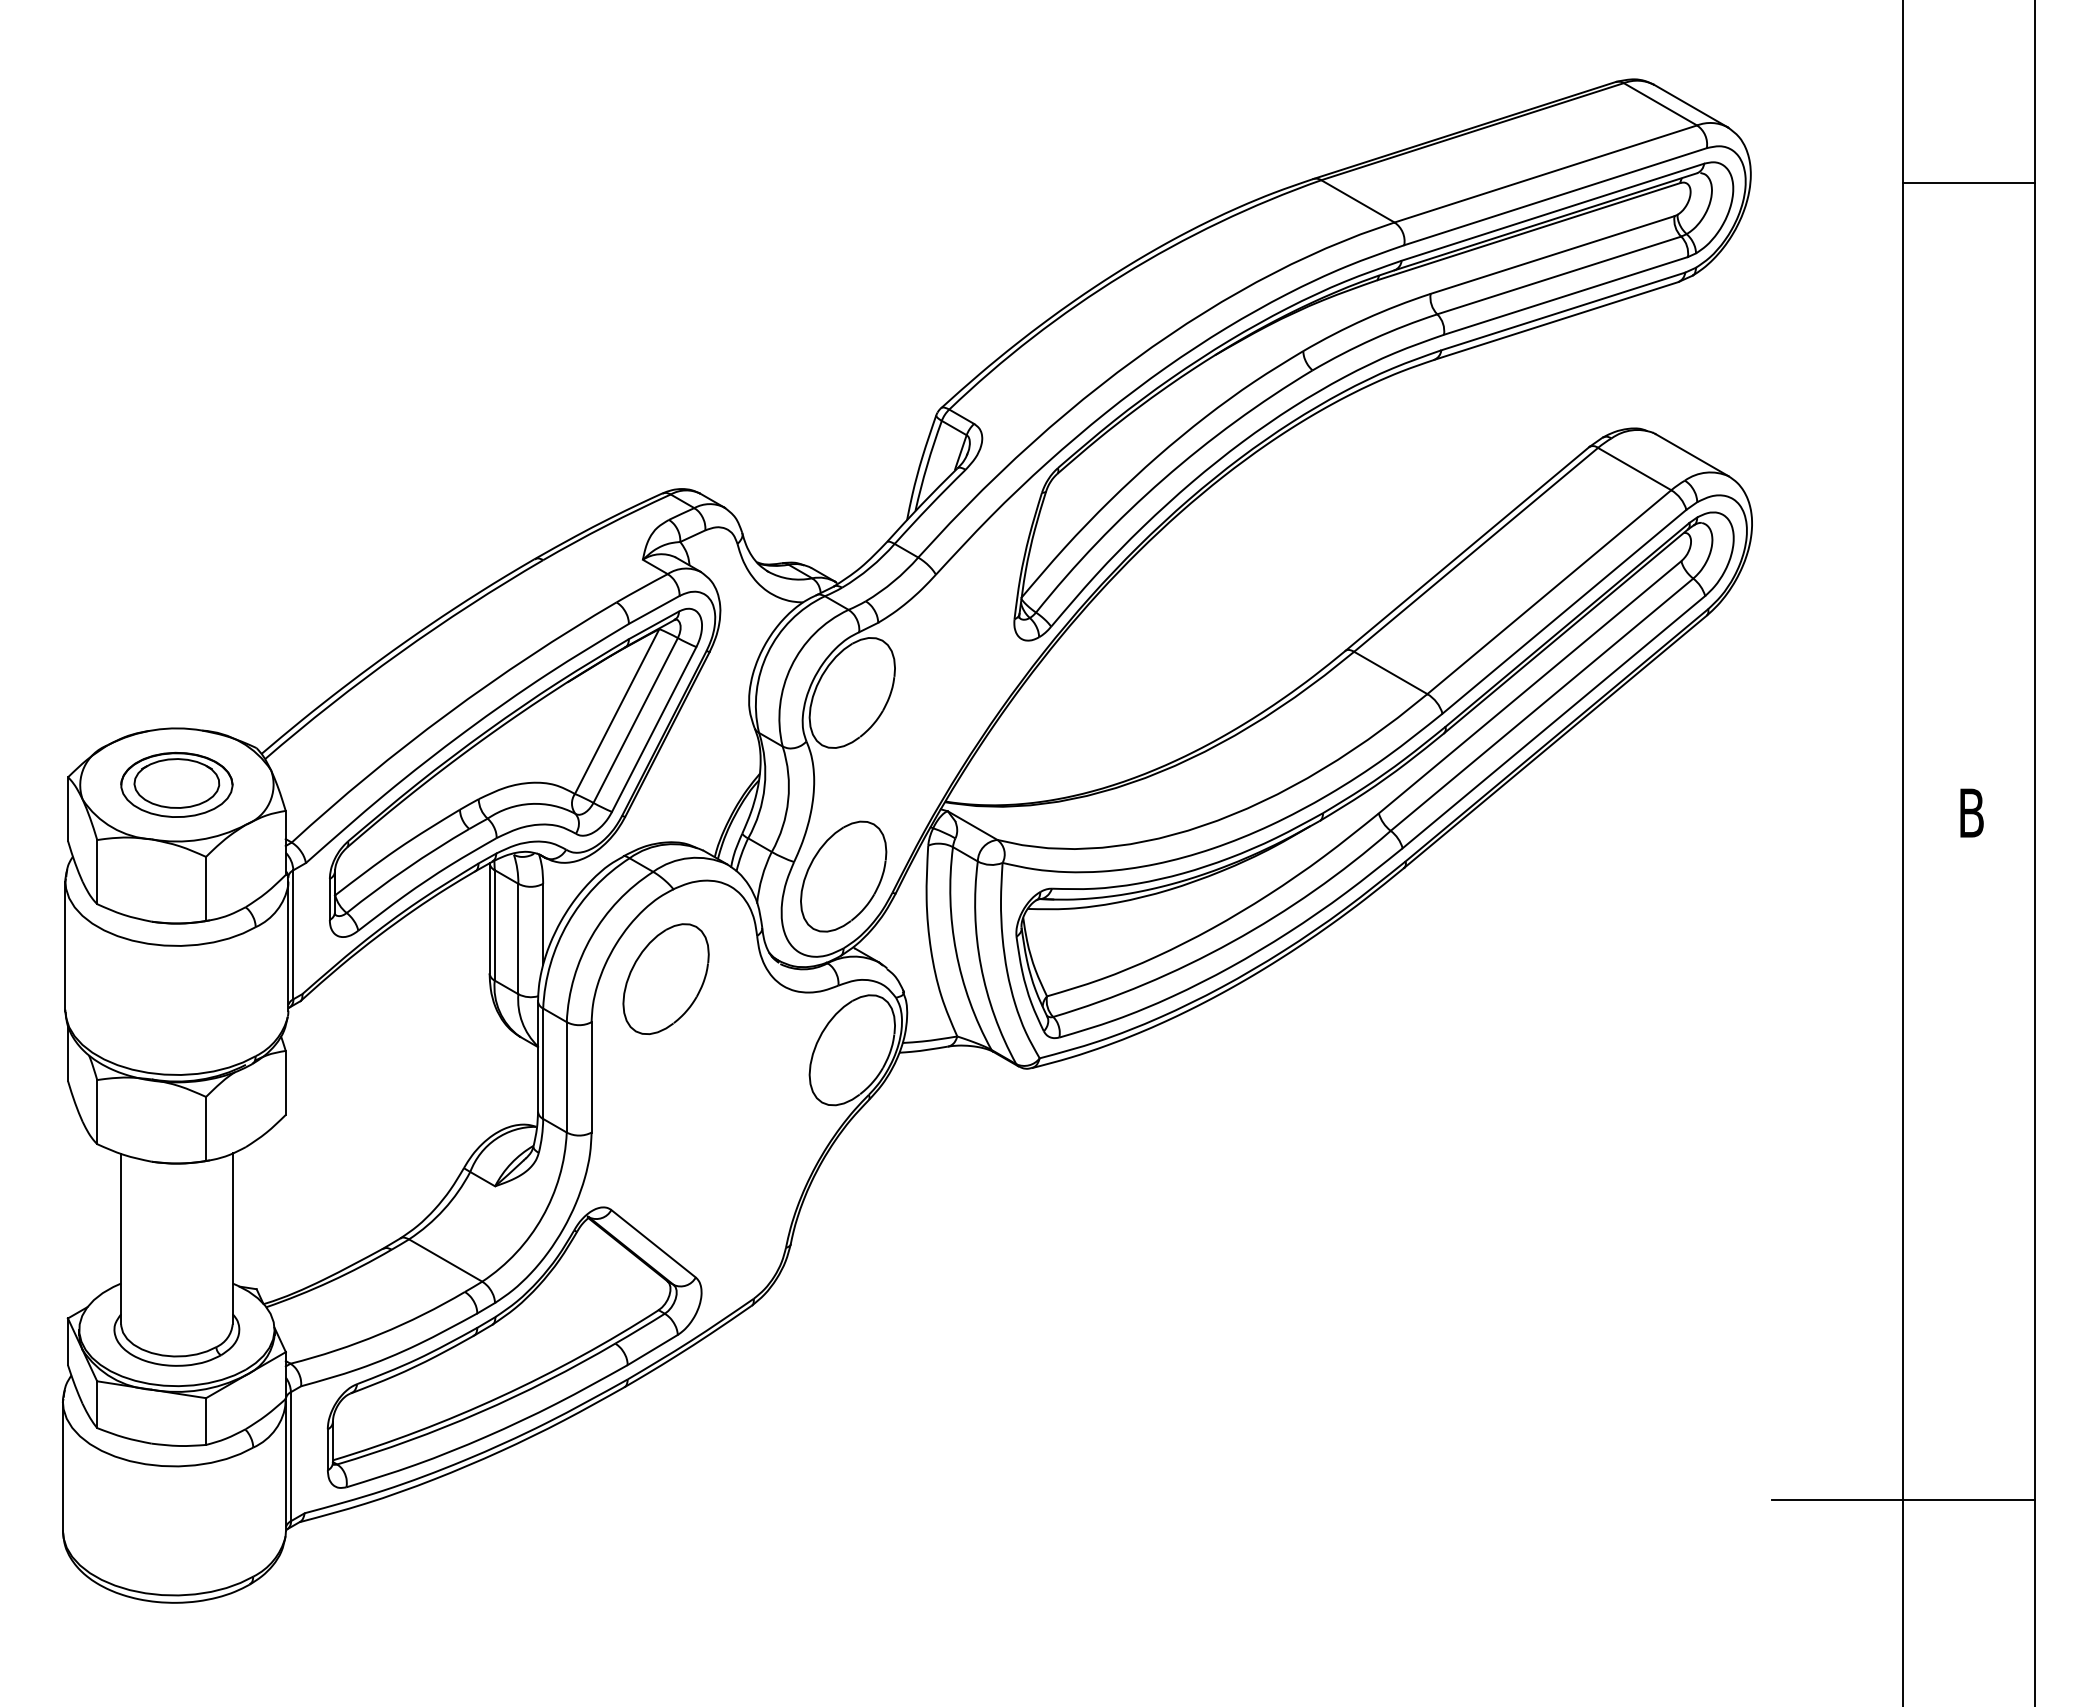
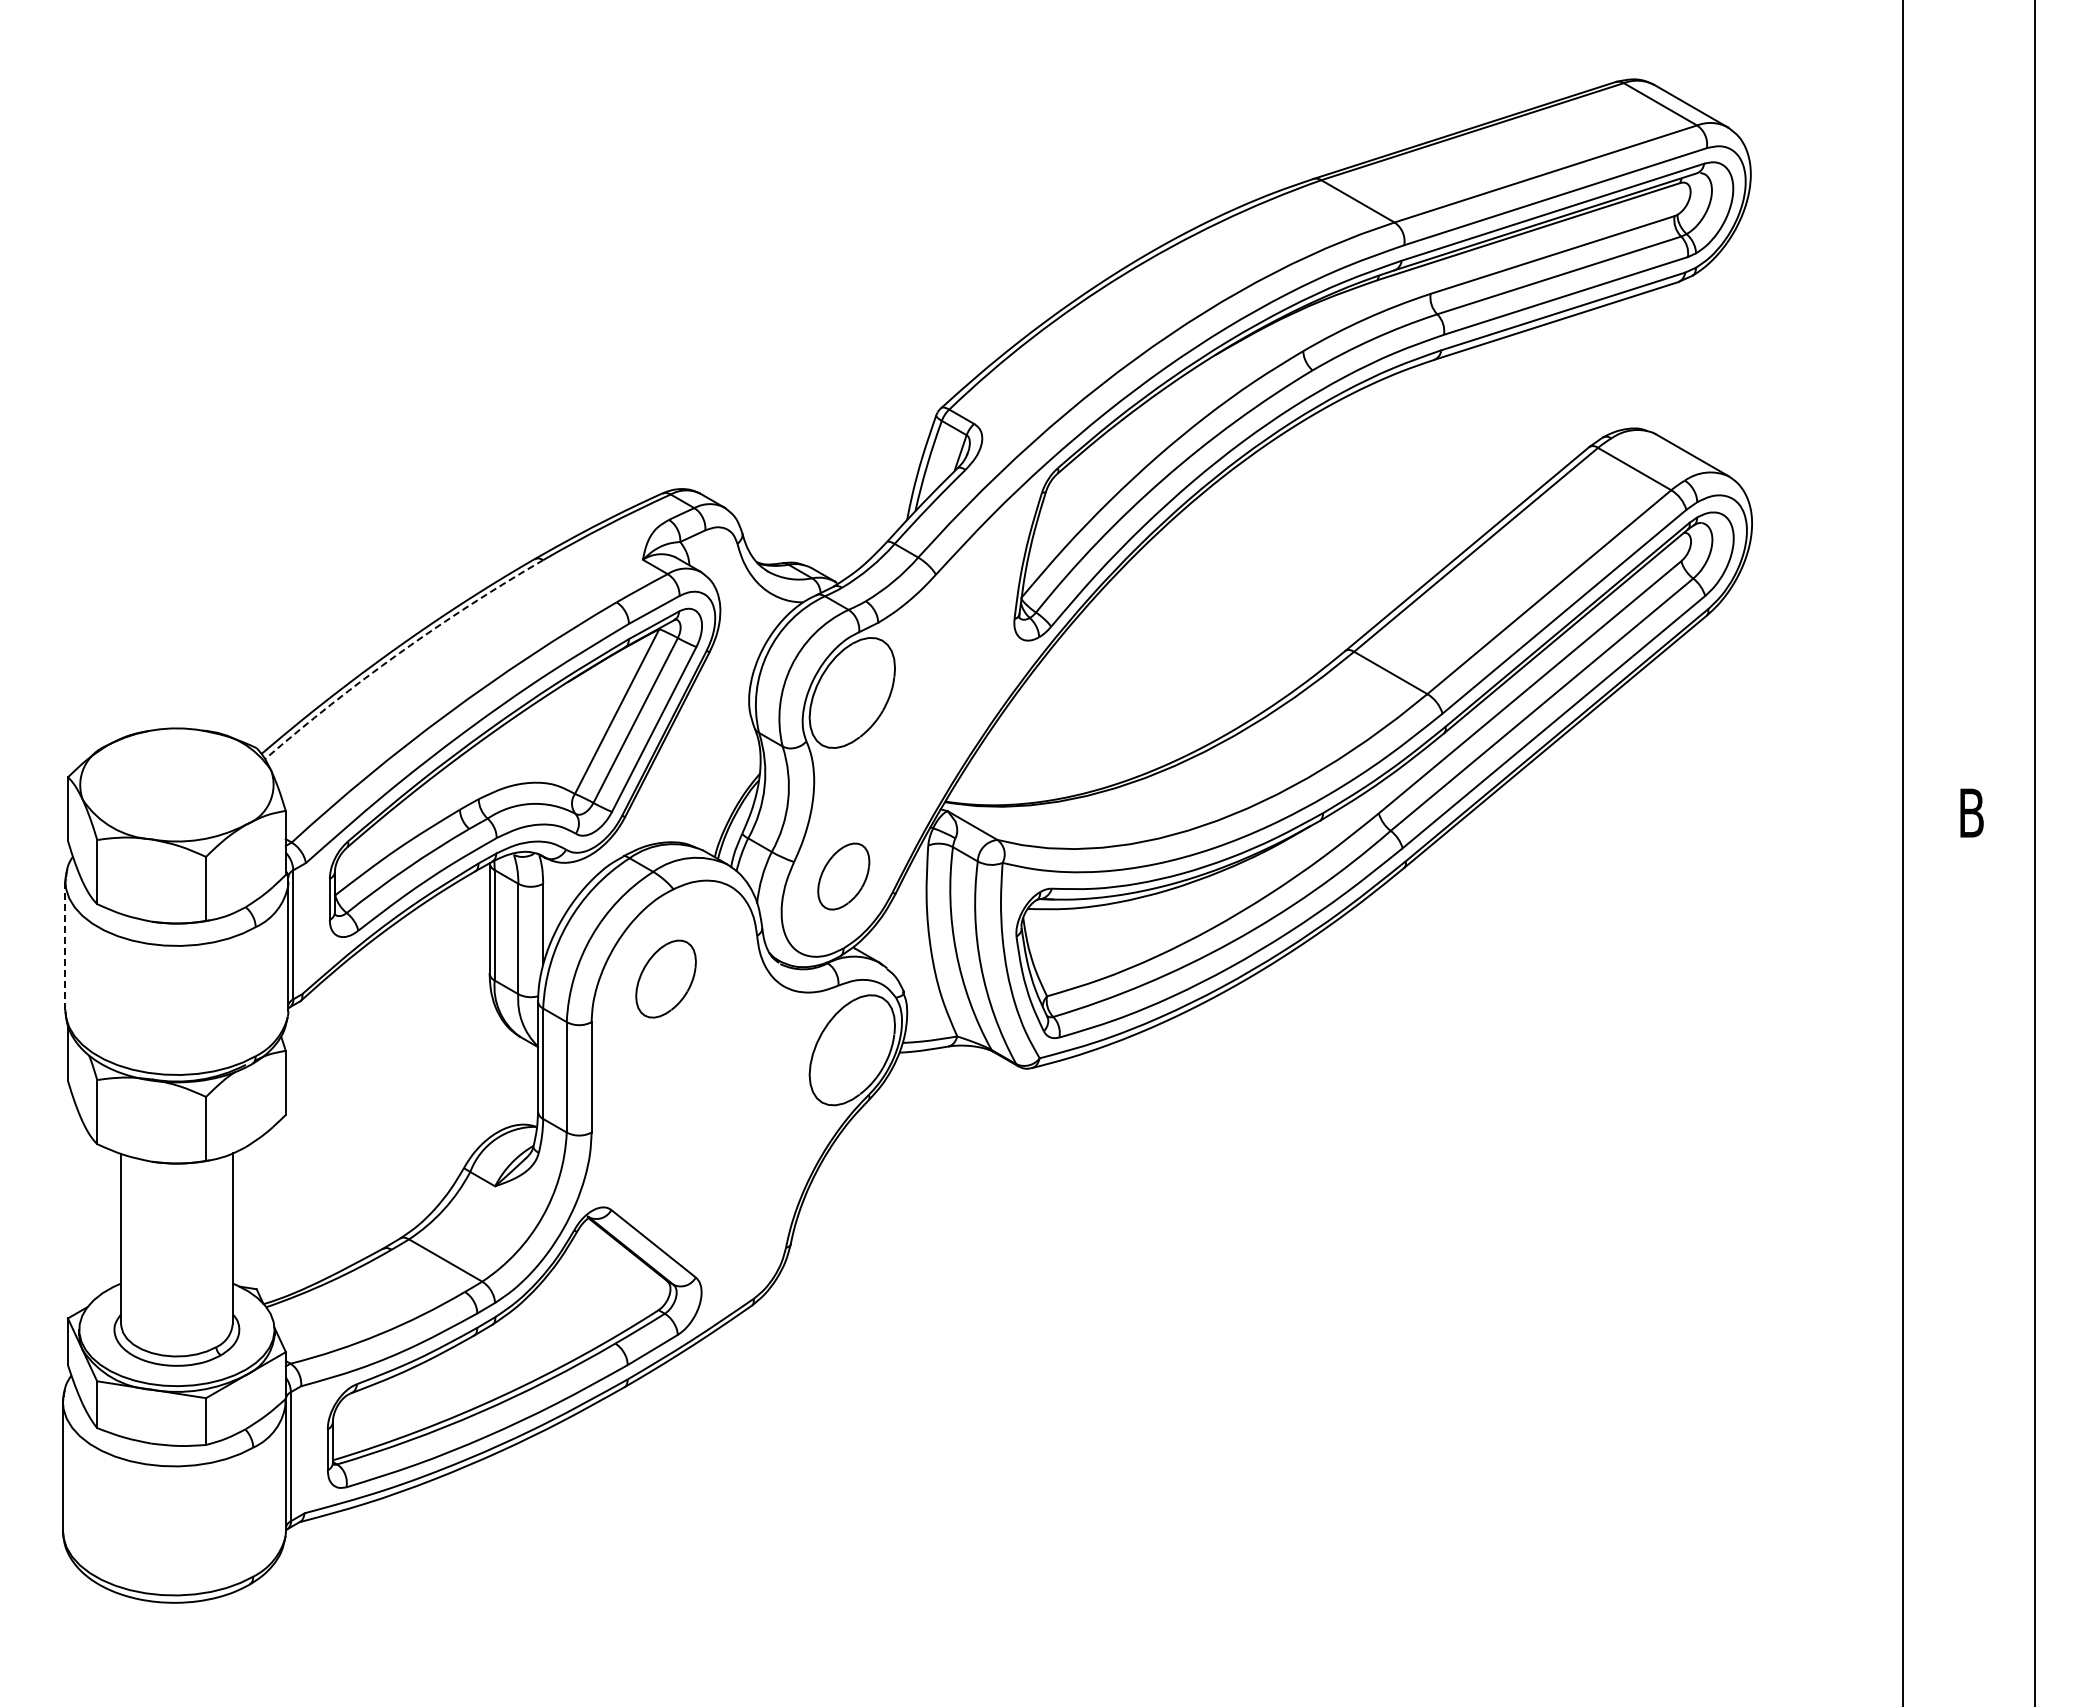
line at (1969, 182): present -> none
arc at (399, 653): solid -> dashed
part at (176, 784): present -> none
part at (843, 876) size: 88x113 px -> 54x69 px
line at (65, 946): solid -> dashed
part at (665, 978) size: 88x112 px -> 62x80 px
line at (1903, 1499): present -> none
